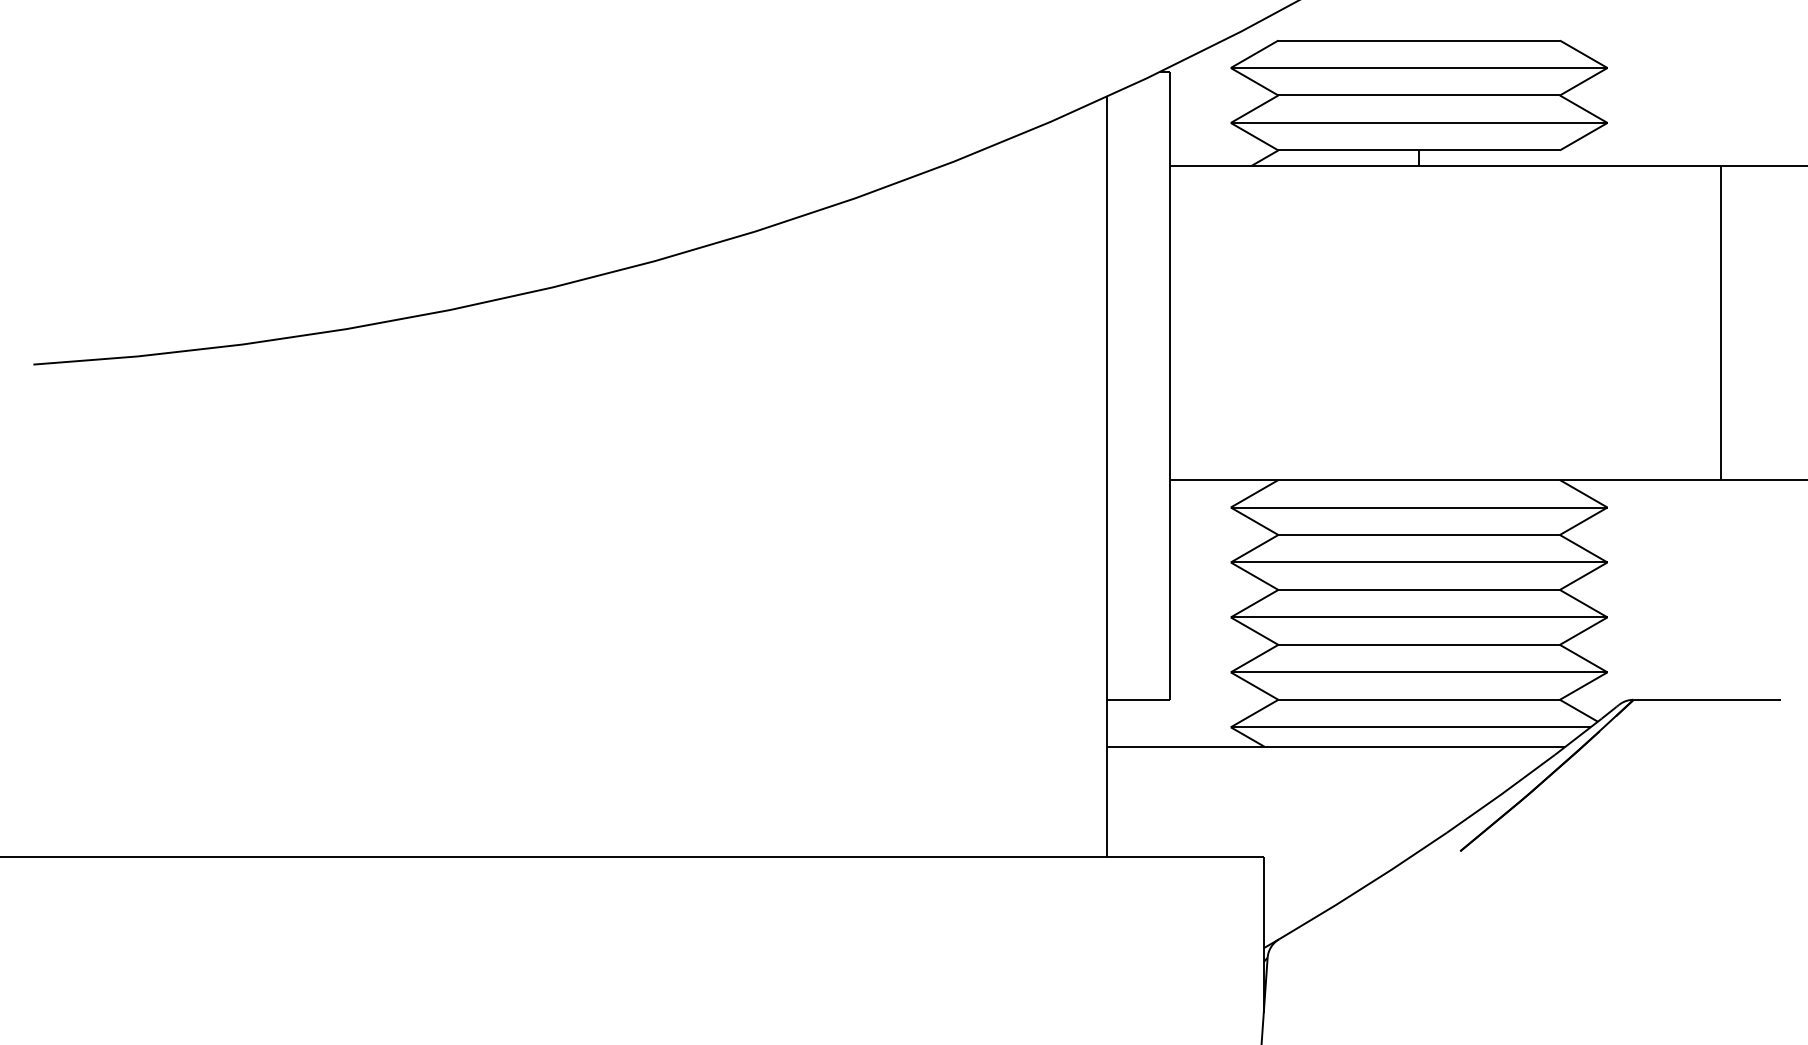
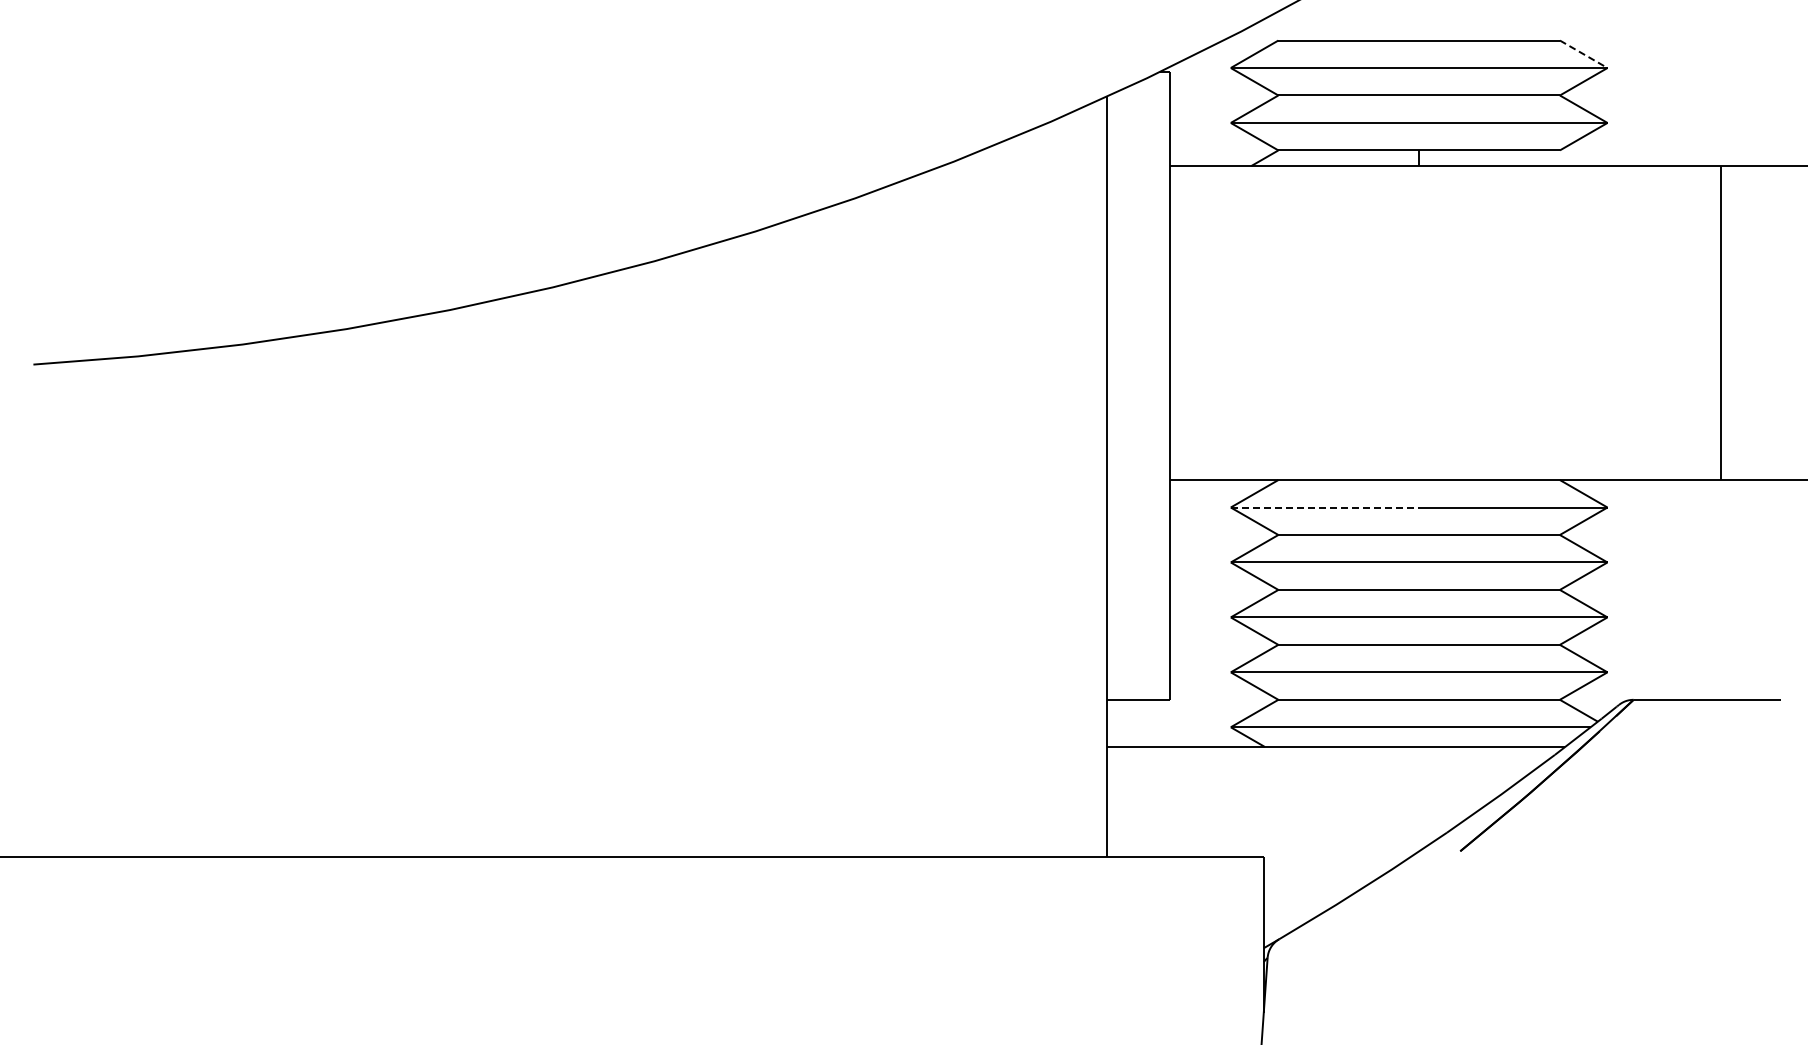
line at (1584, 54): solid -> dashed
line at (1325, 507): solid -> dashed
